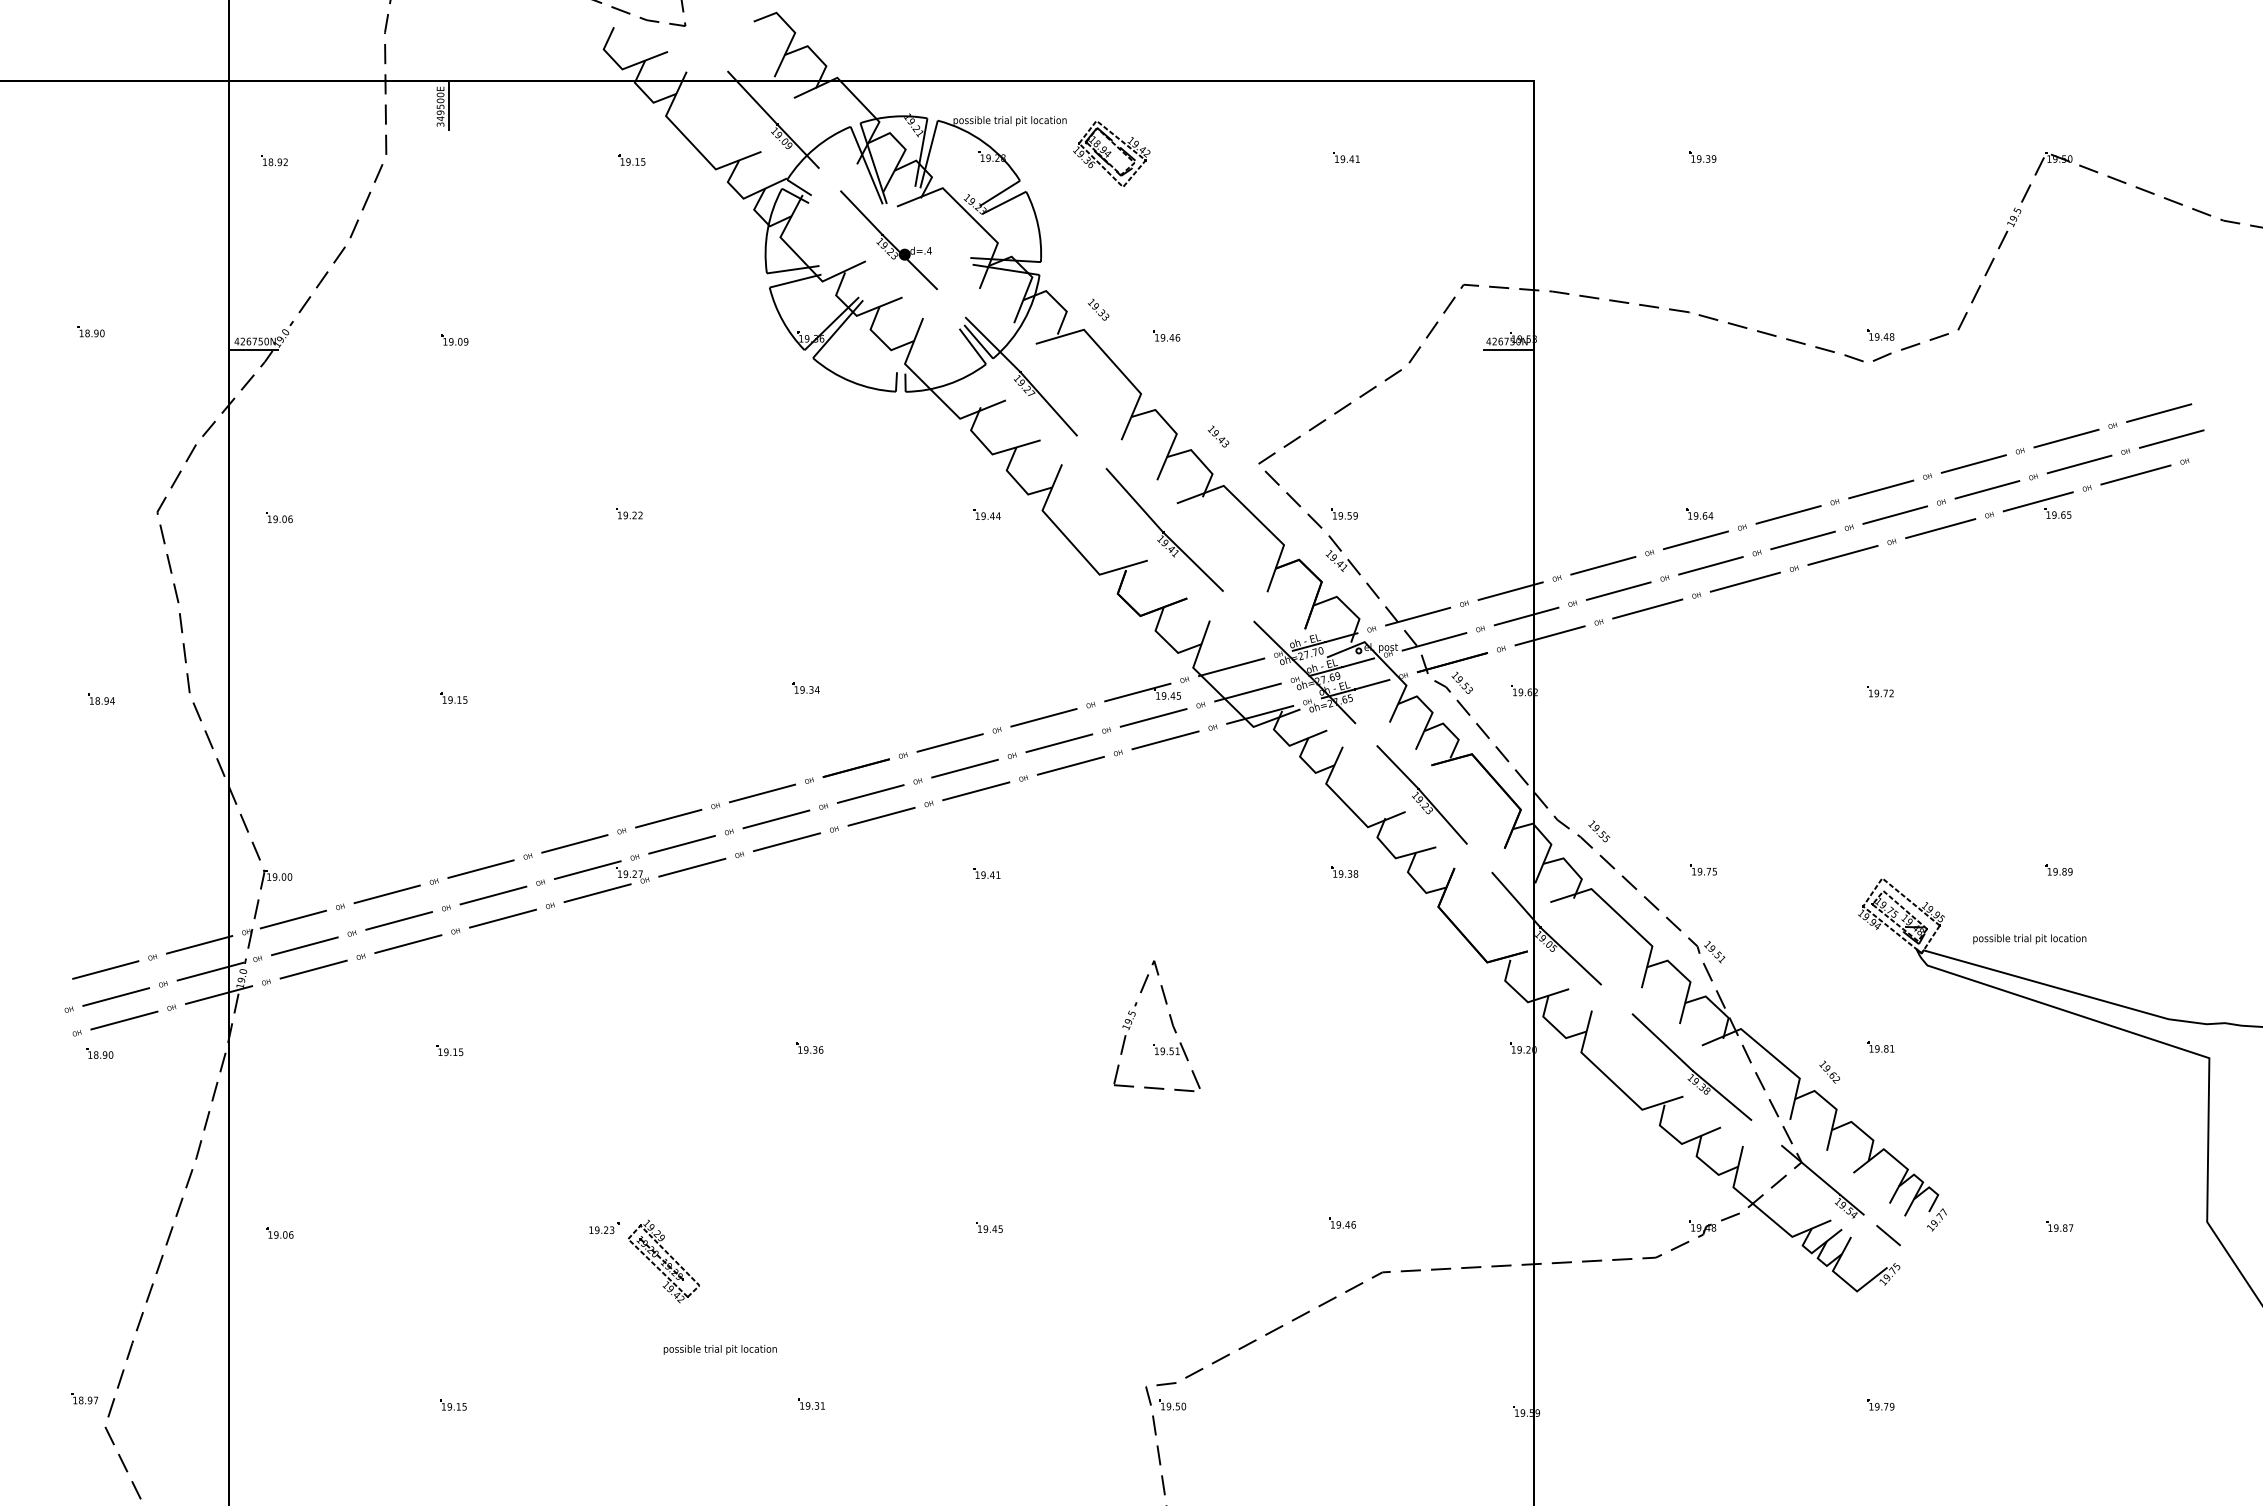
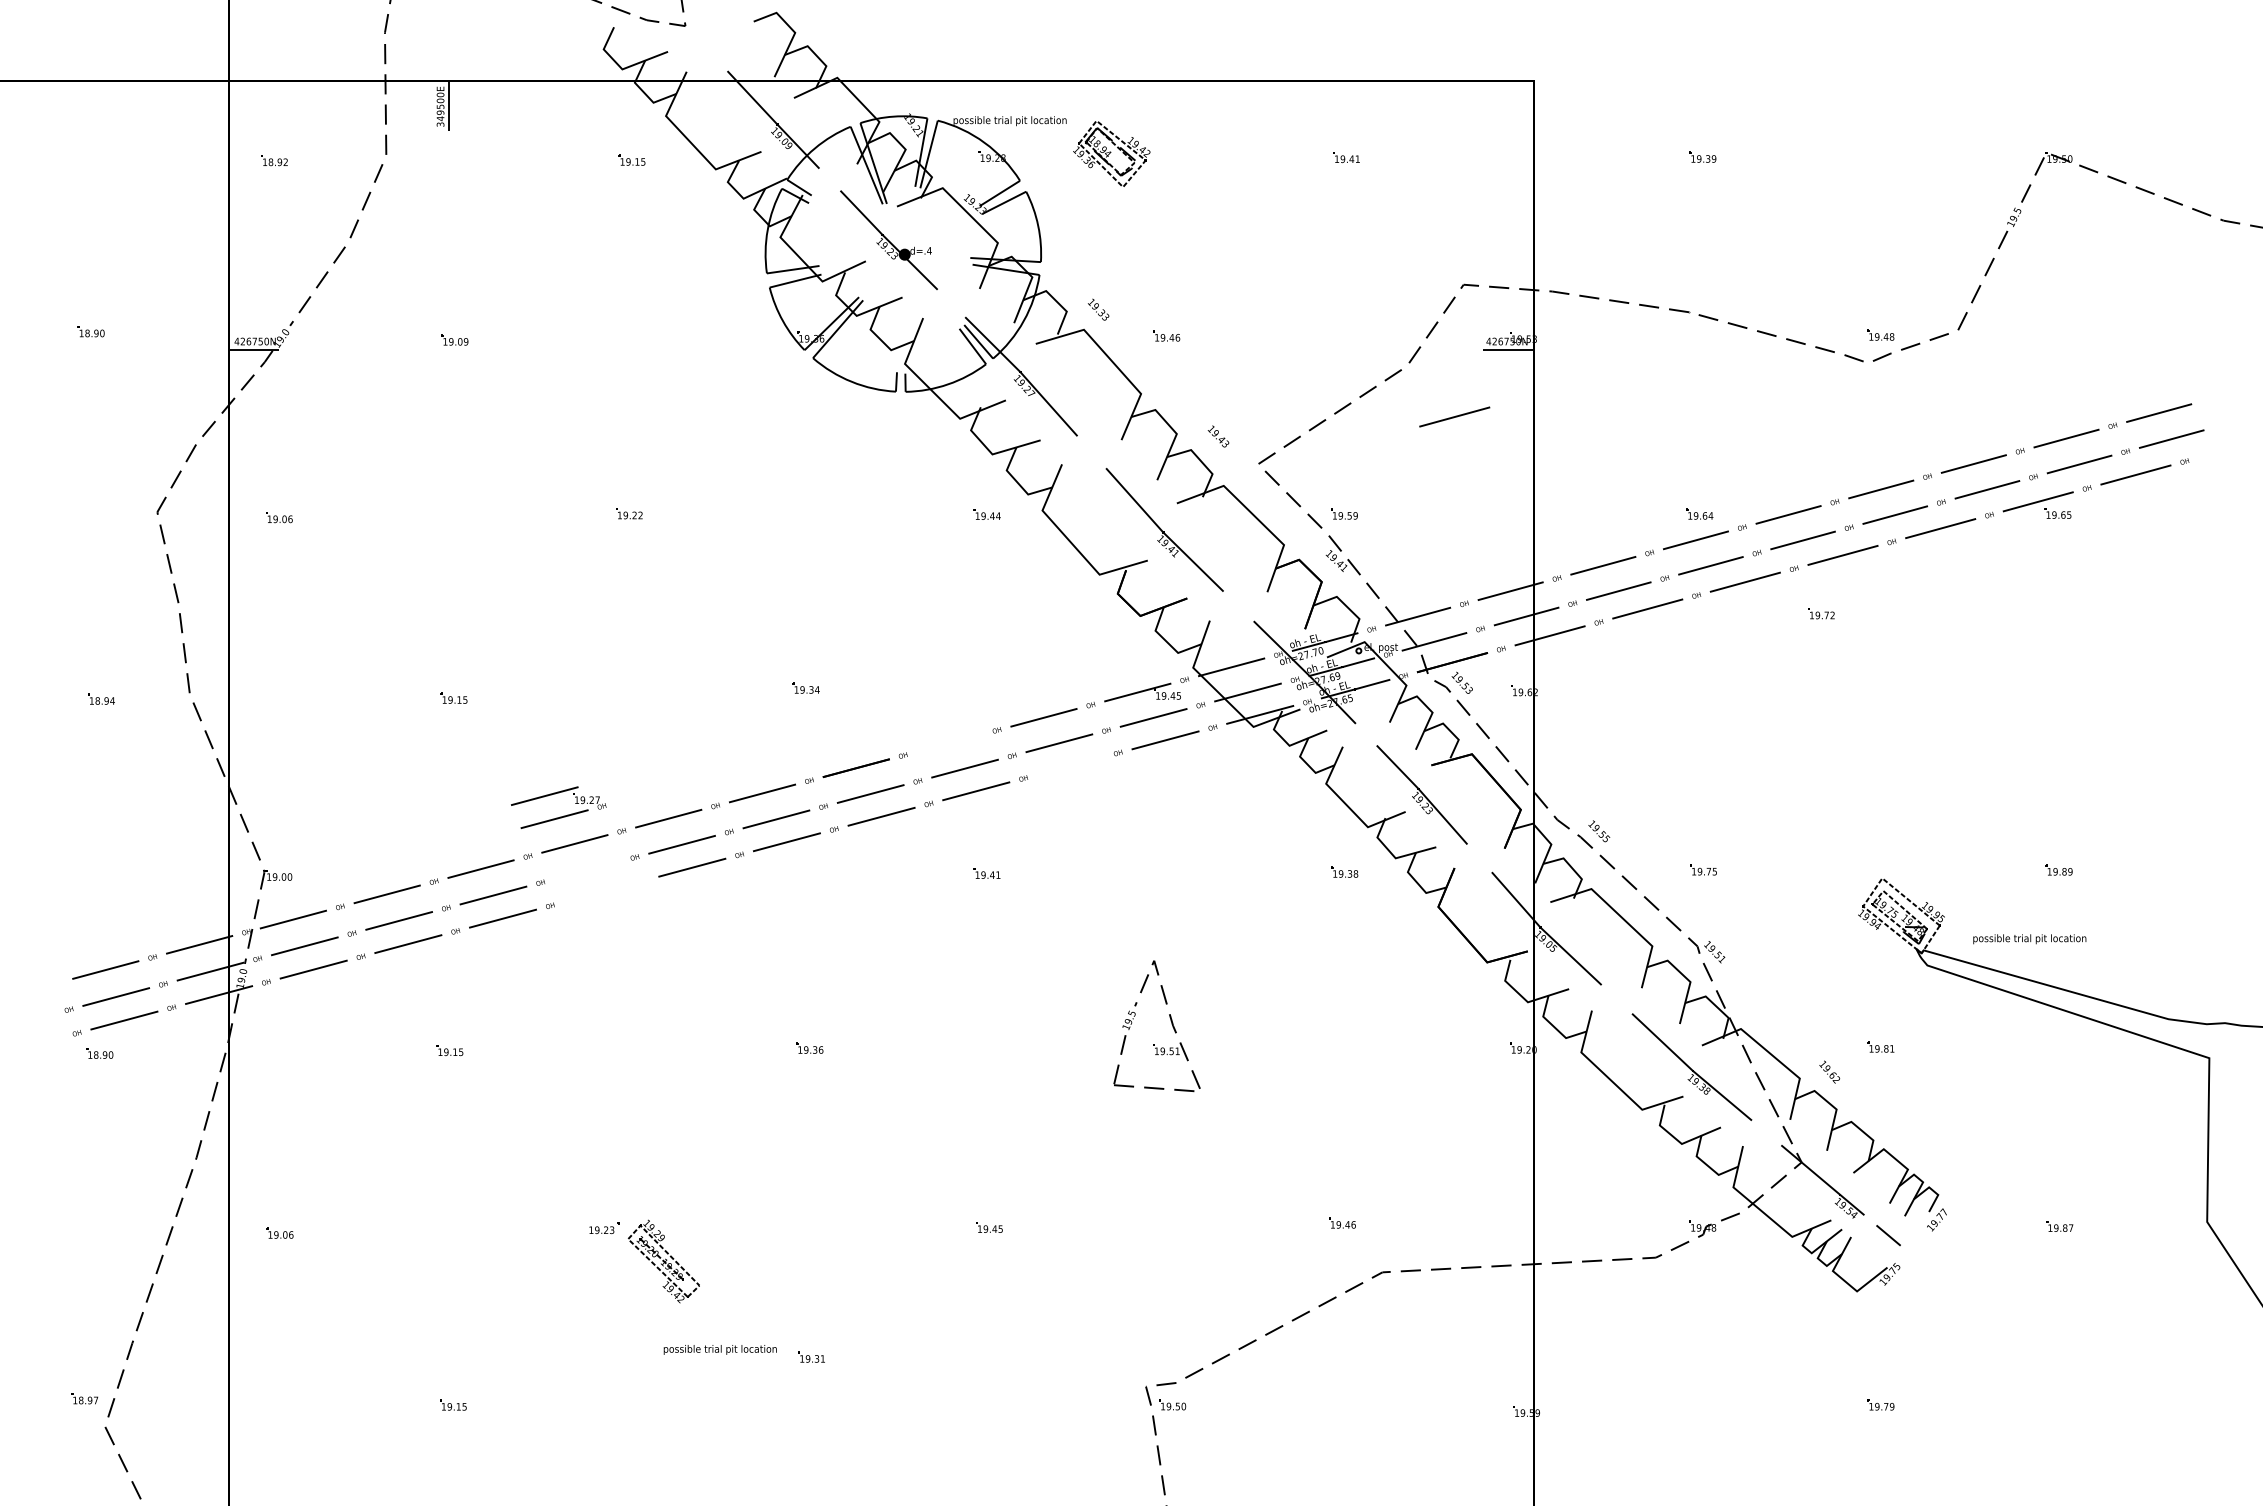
line at (1454, 416): none -> present
part at (1880, 691) position: (1880, 691) -> (1821, 613)
line at (949, 742): present -> none
line at (1070, 765): present -> none
part at (603, 890) position: (603, 890) -> (560, 816)
part at (811, 1403) position: (811, 1403) -> (811, 1356)
